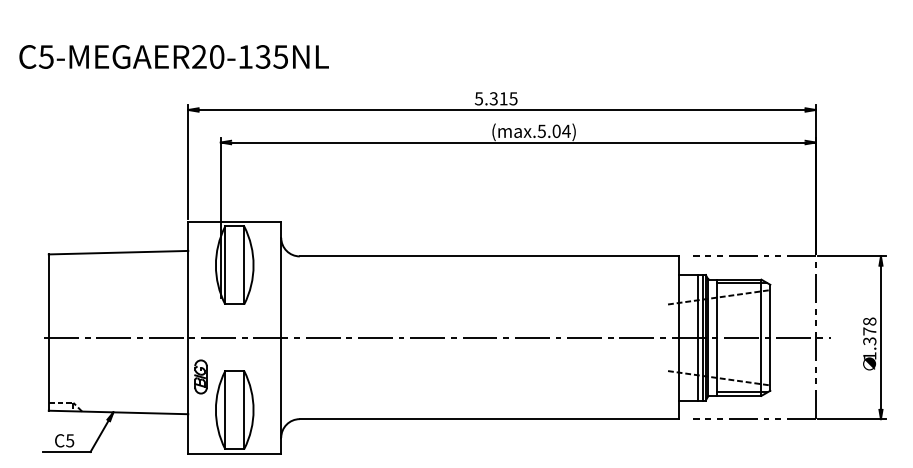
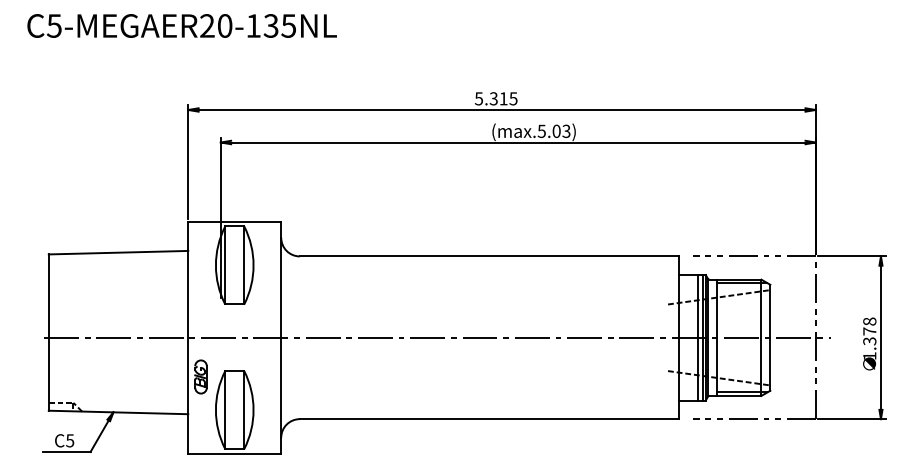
text at (173, 56) position: (173, 56) -> (181, 25)
text at (566, 130): (max.5.04) -> (max.5.03)
